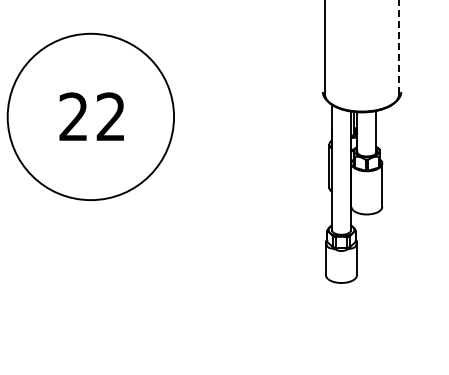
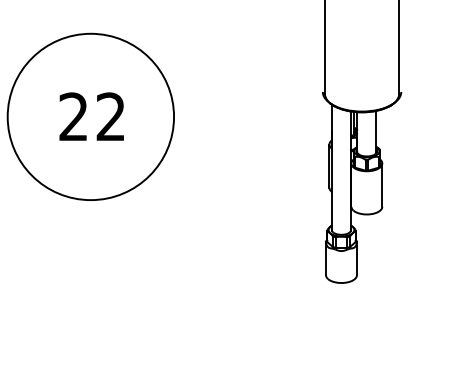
line at (399, 46): dashed -> solid
